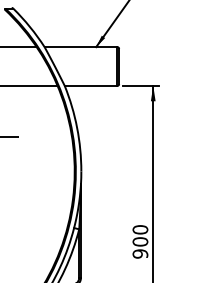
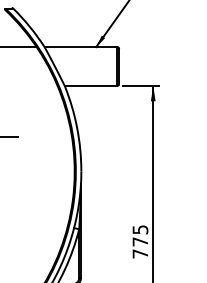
line at (29, 85): present -> none
text at (140, 241): 900 -> 775
